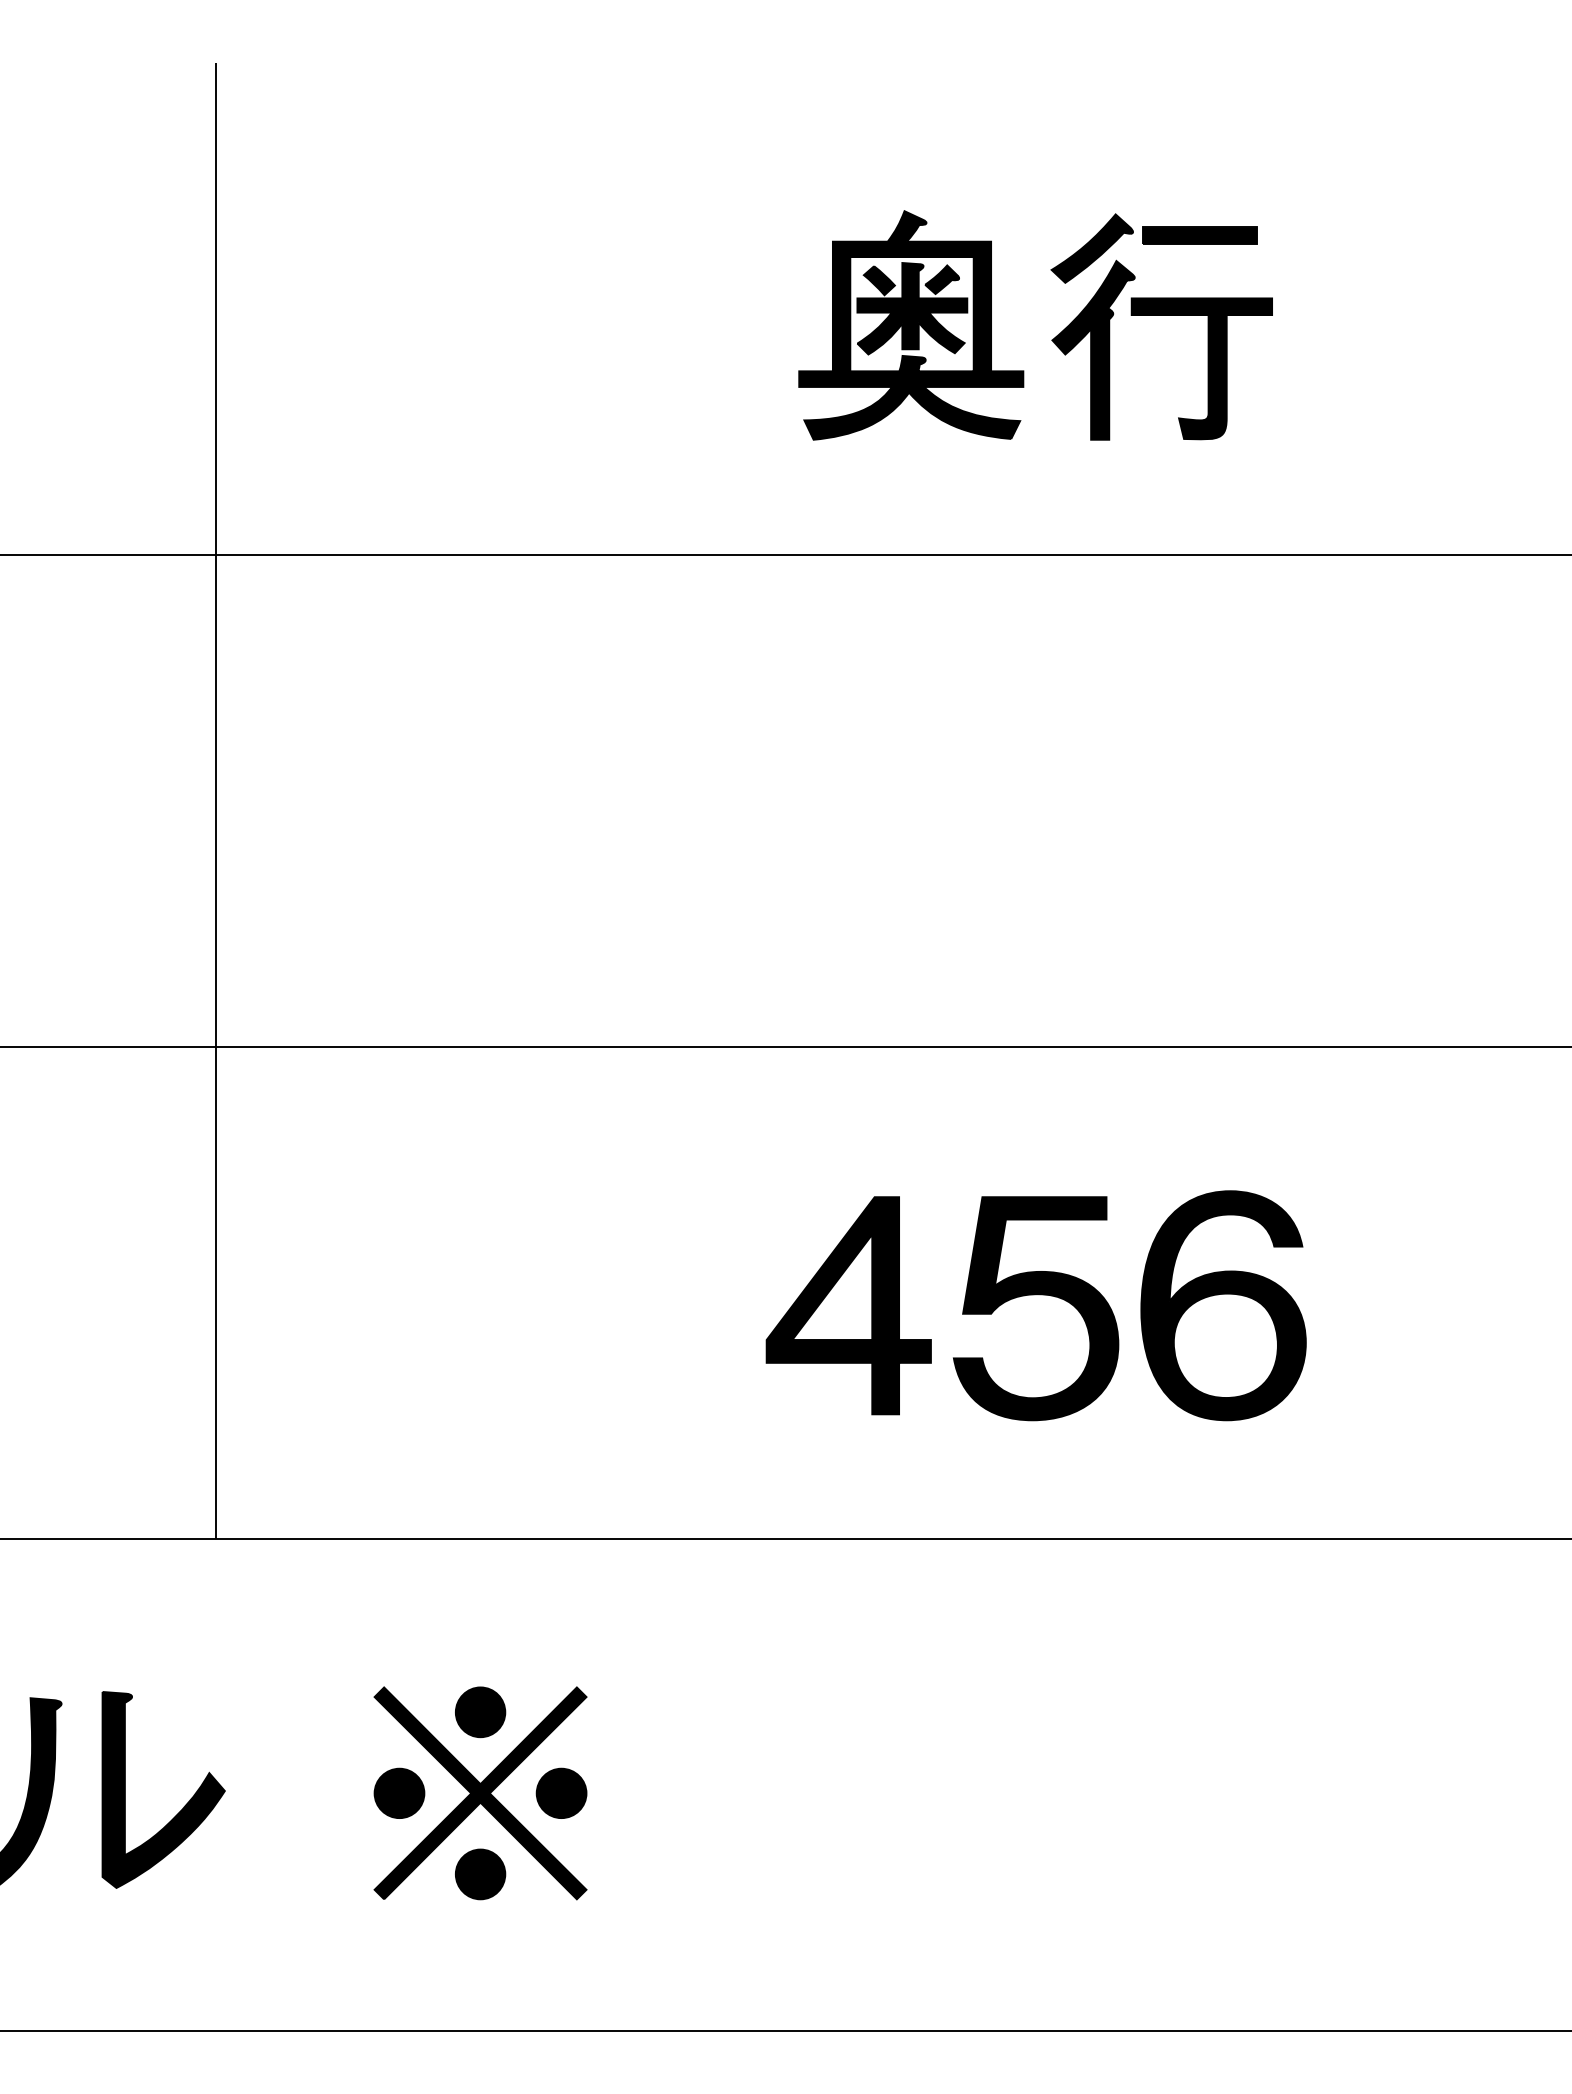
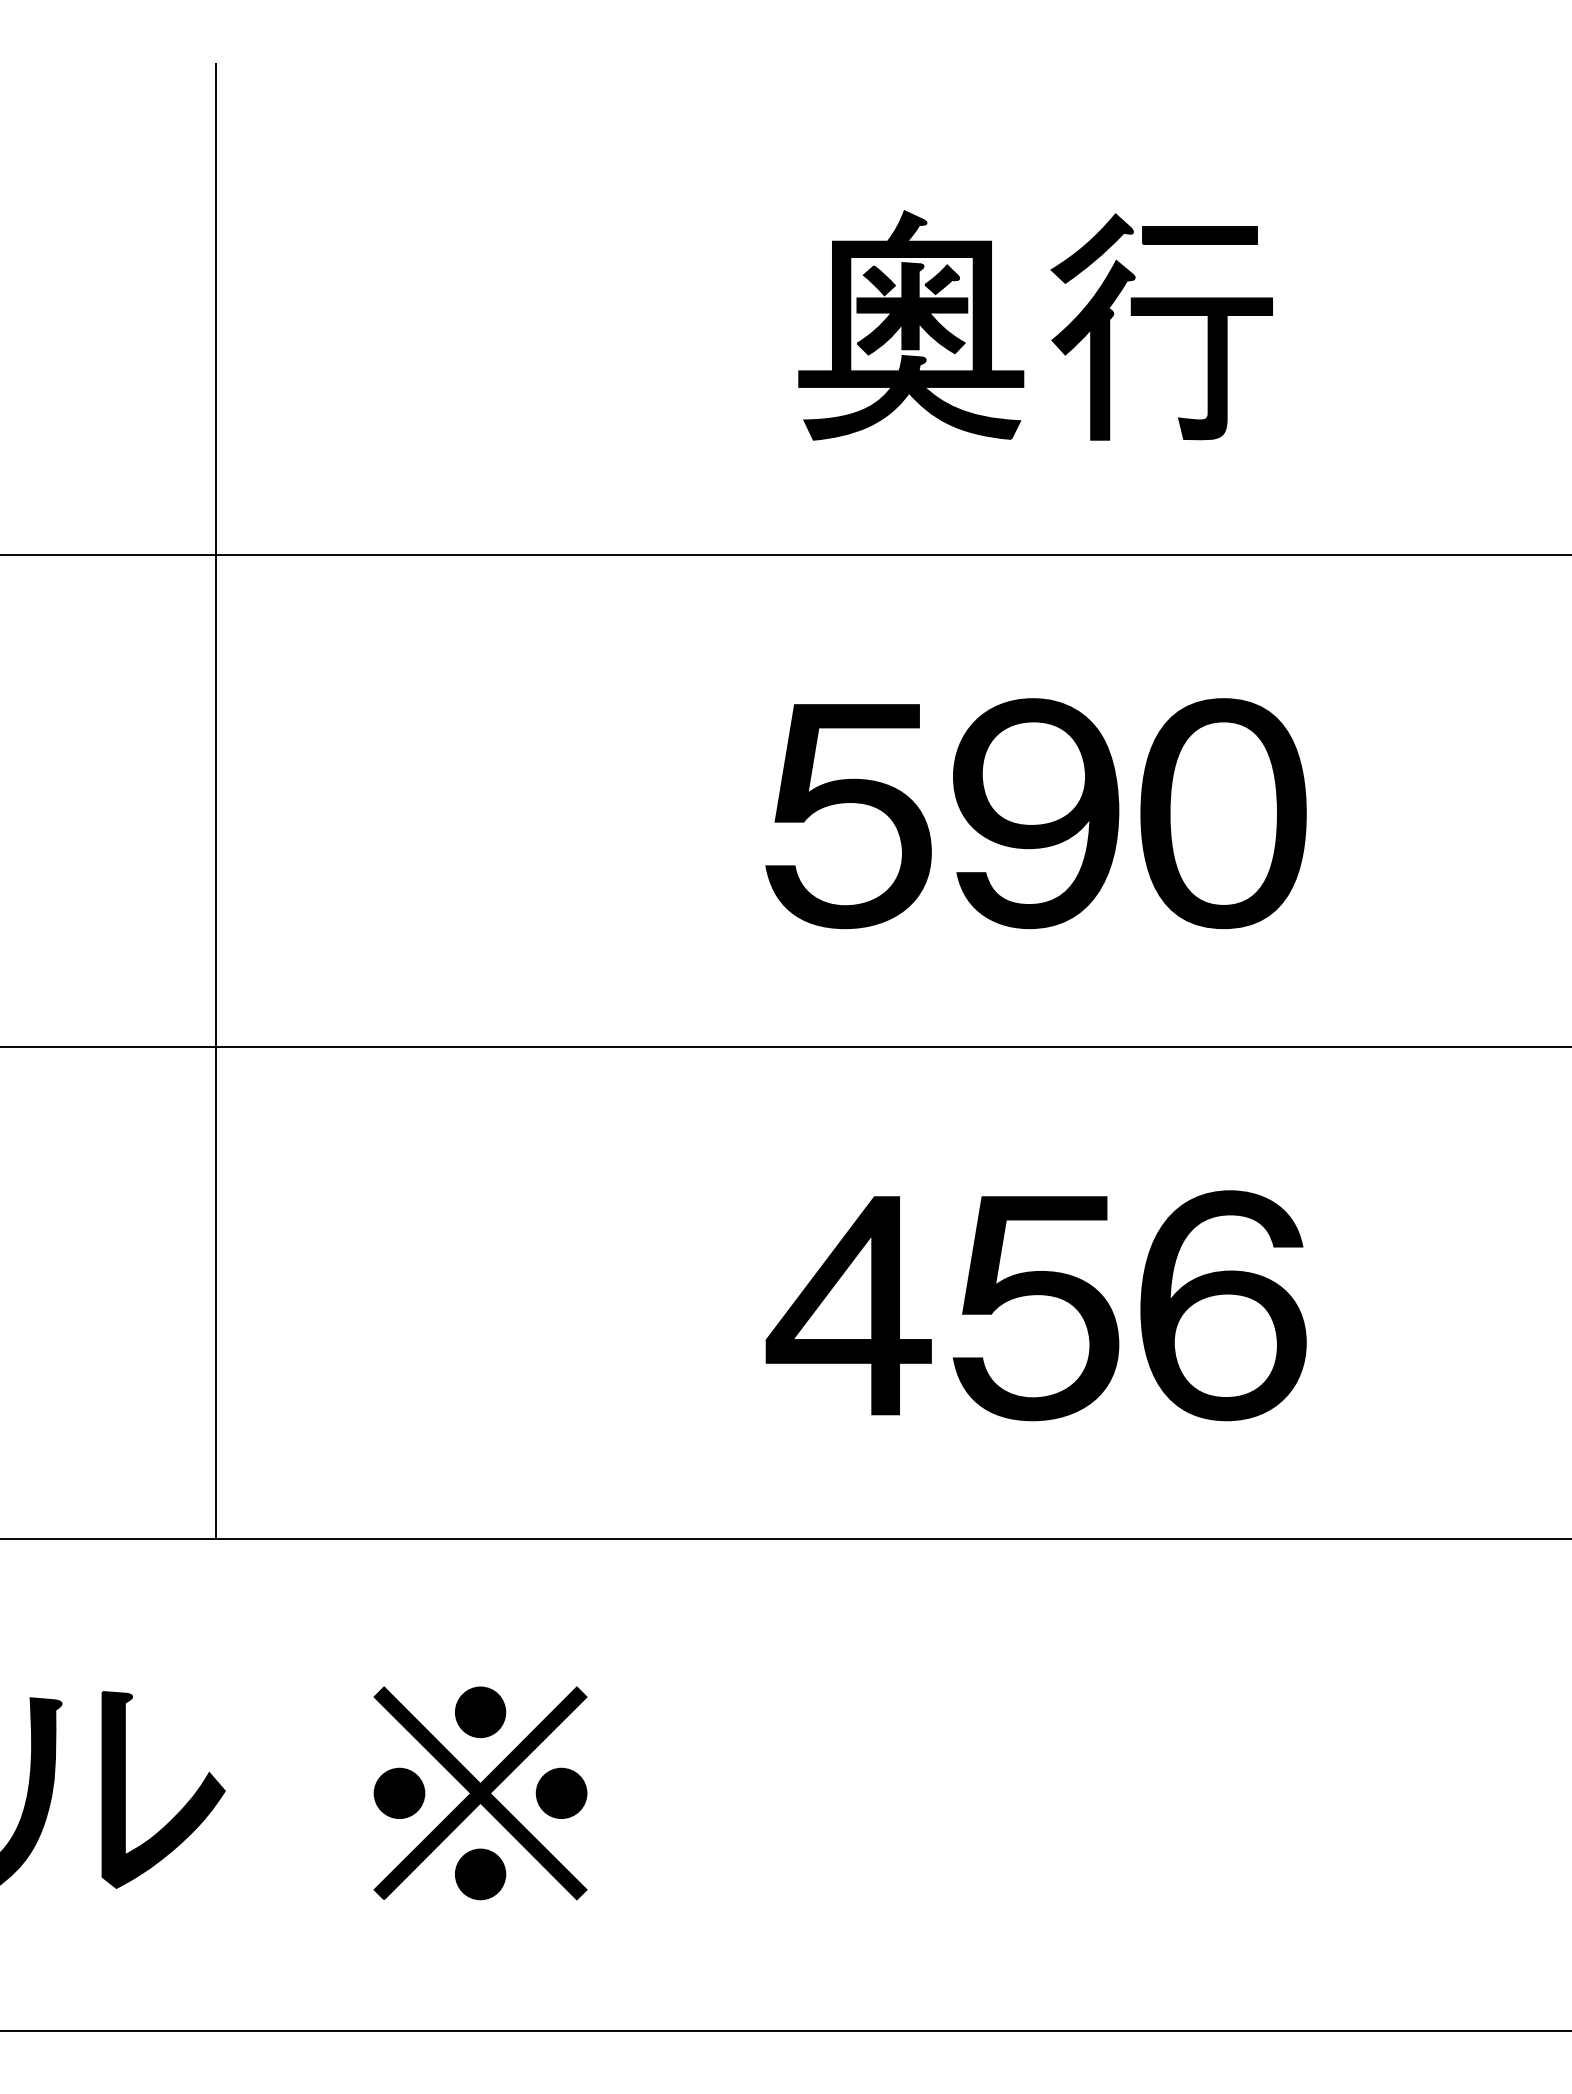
part at (1035, 813): none -> present
